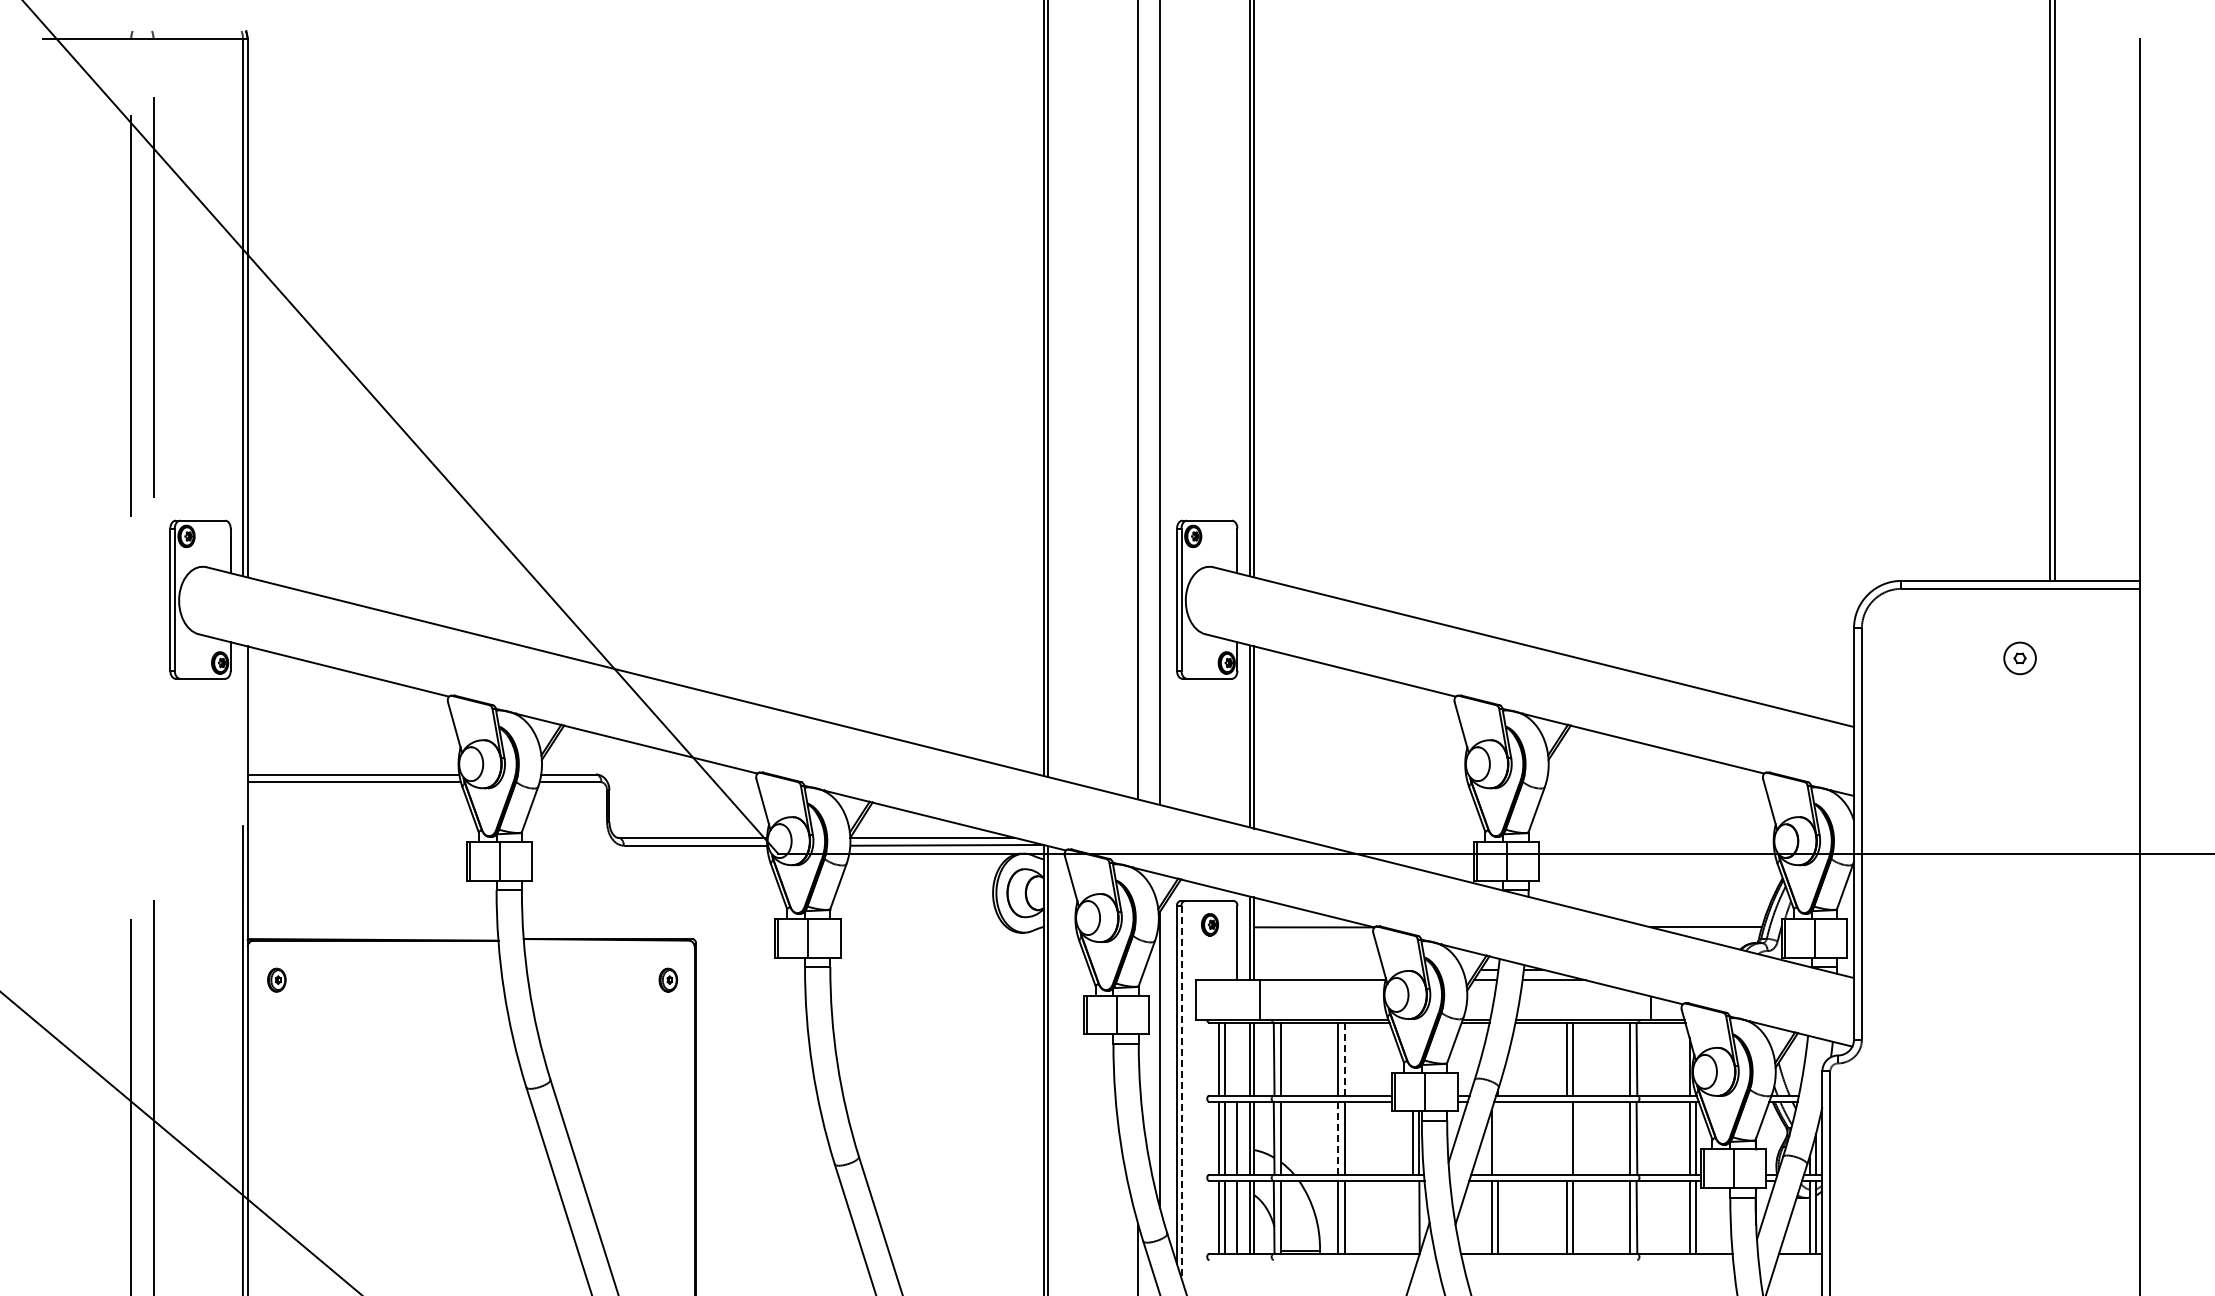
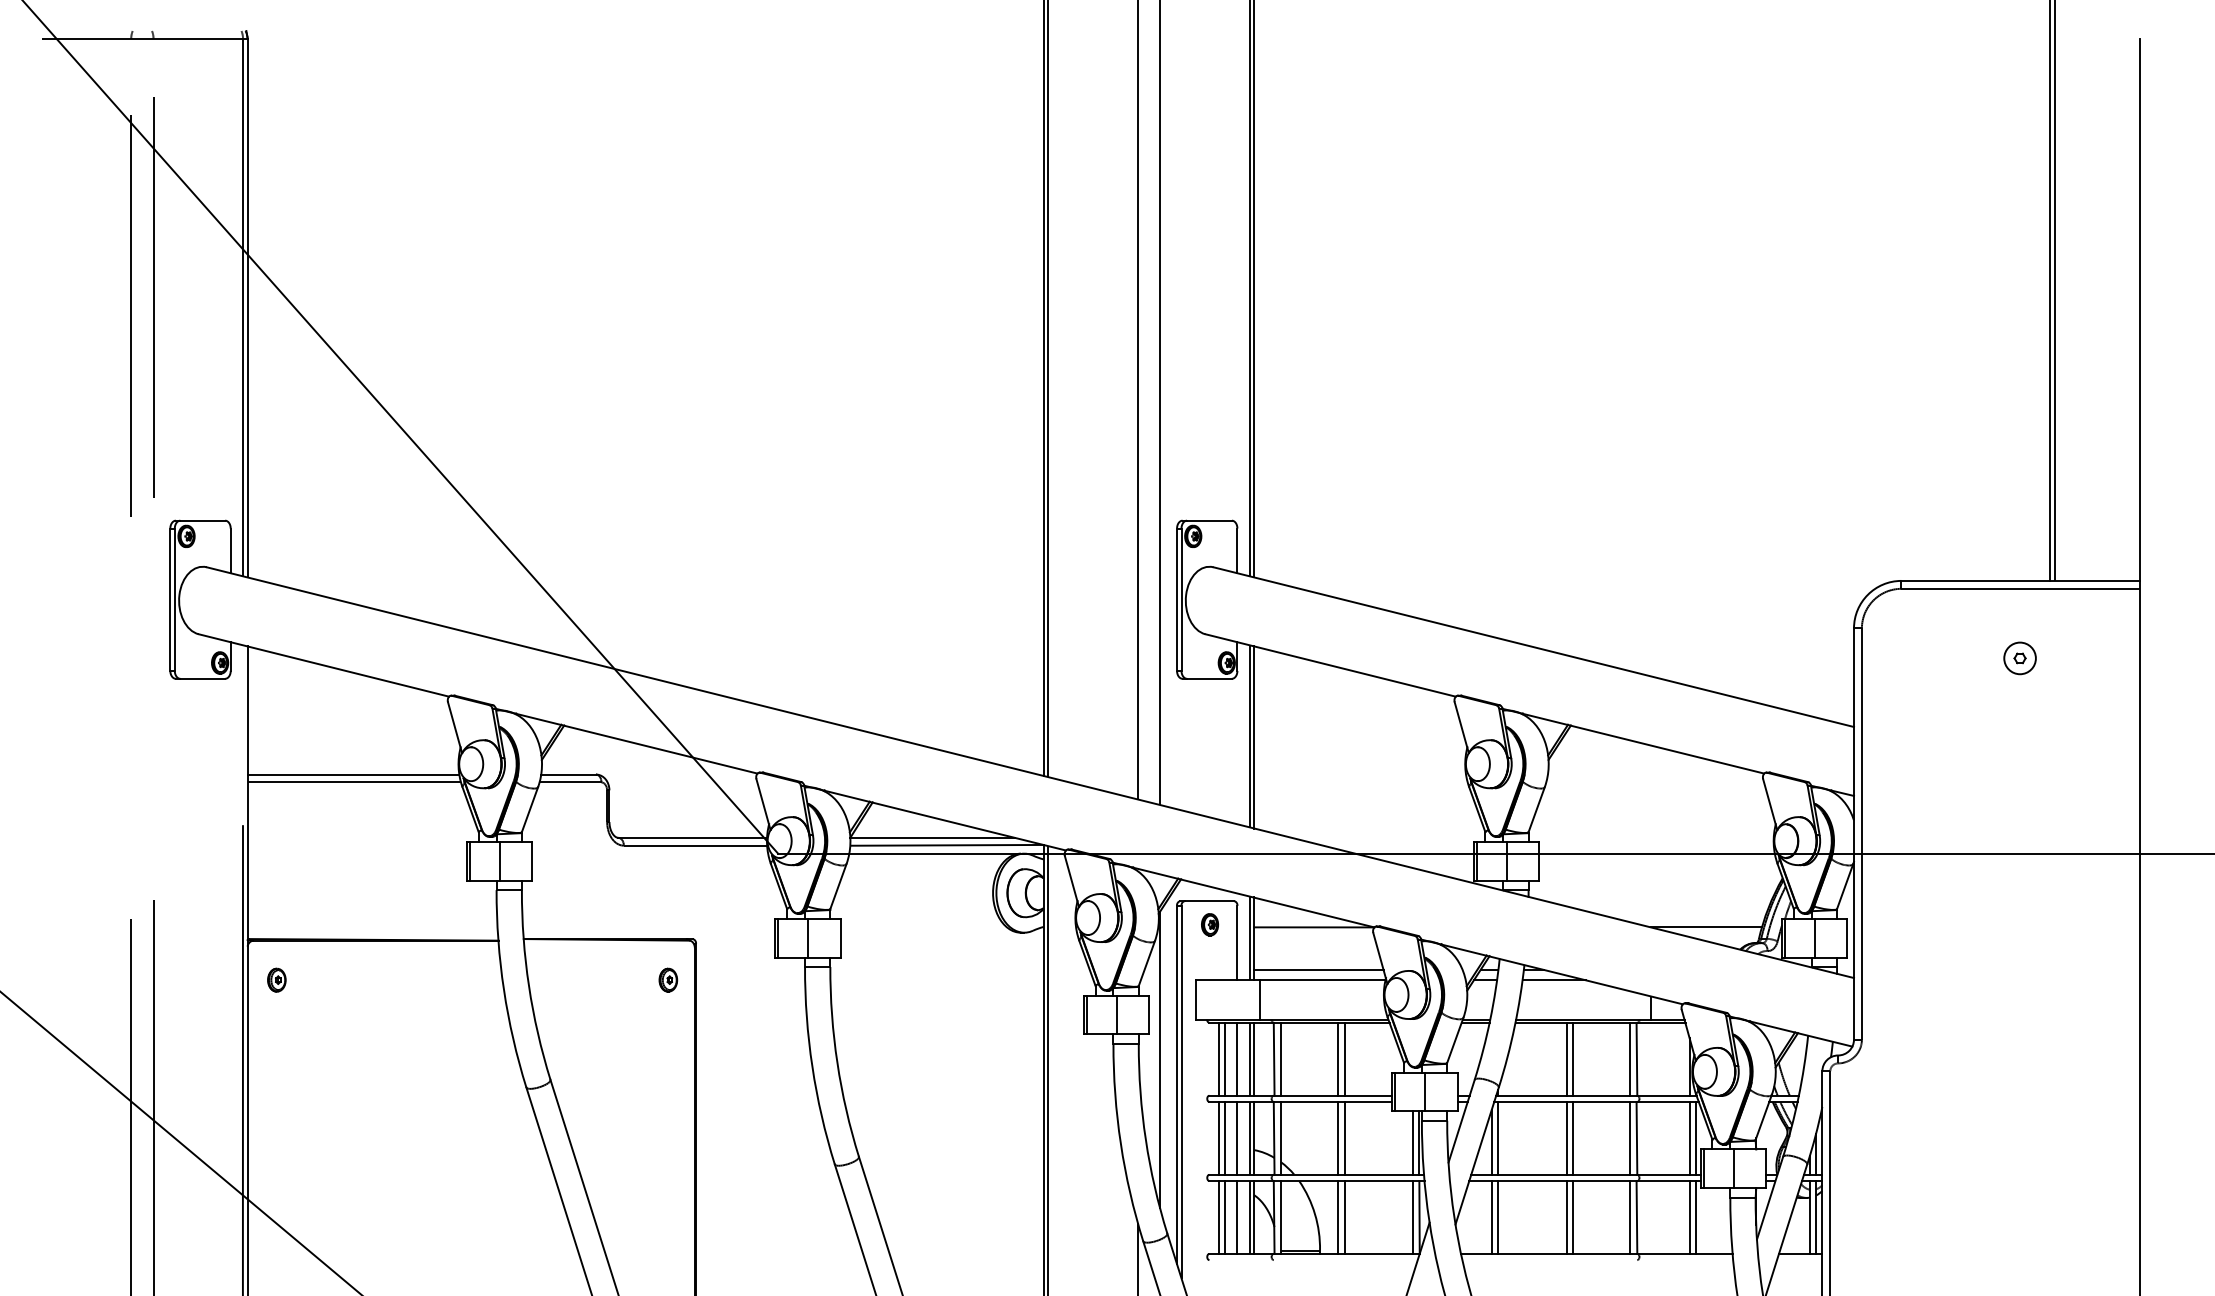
line at (1319, 969): none -> present
line at (1237, 1058): none -> present
line at (1344, 1058): dashed -> solid
line at (1181, 1092): dashed -> solid
line at (1338, 1138): dashed -> solid
line at (1498, 1138): none -> present
line at (1566, 1138): none -> present
line at (1413, 1217): none -> present
